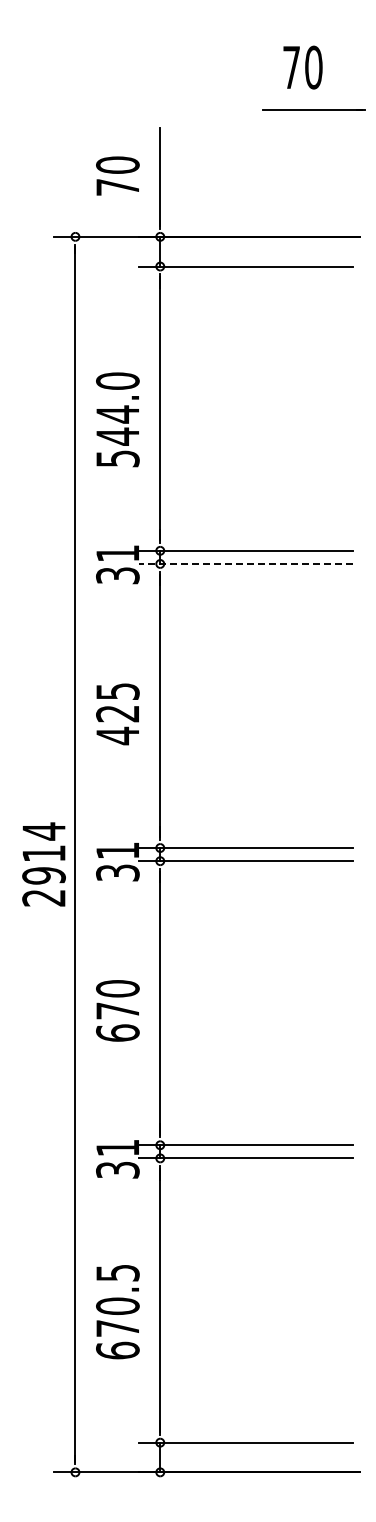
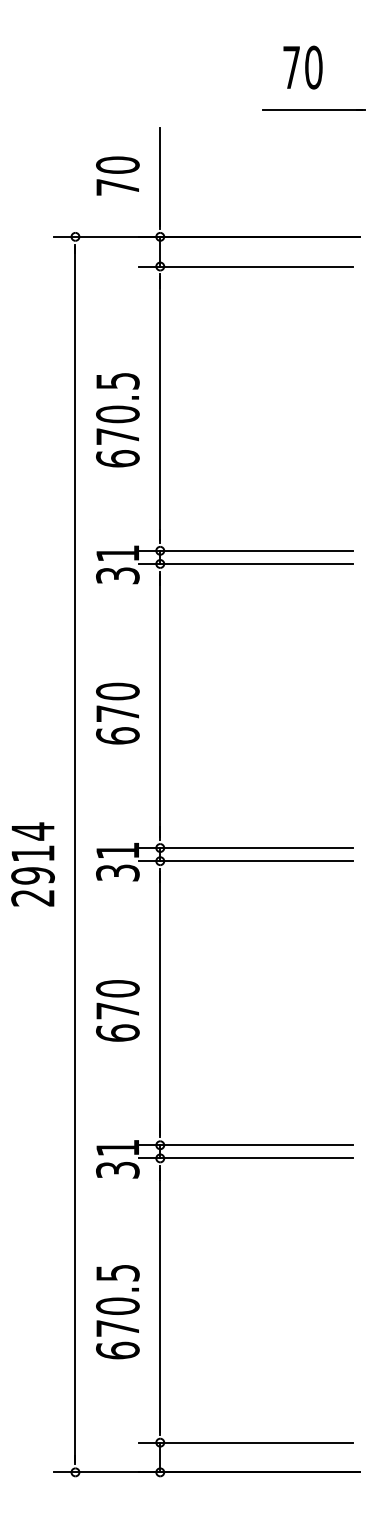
text at (117, 419): 544.0 -> 670.5
line at (245, 563): dashed -> solid
text at (117, 713): 425 -> 670
text at (43, 864) position: (43, 864) -> (32, 864)
